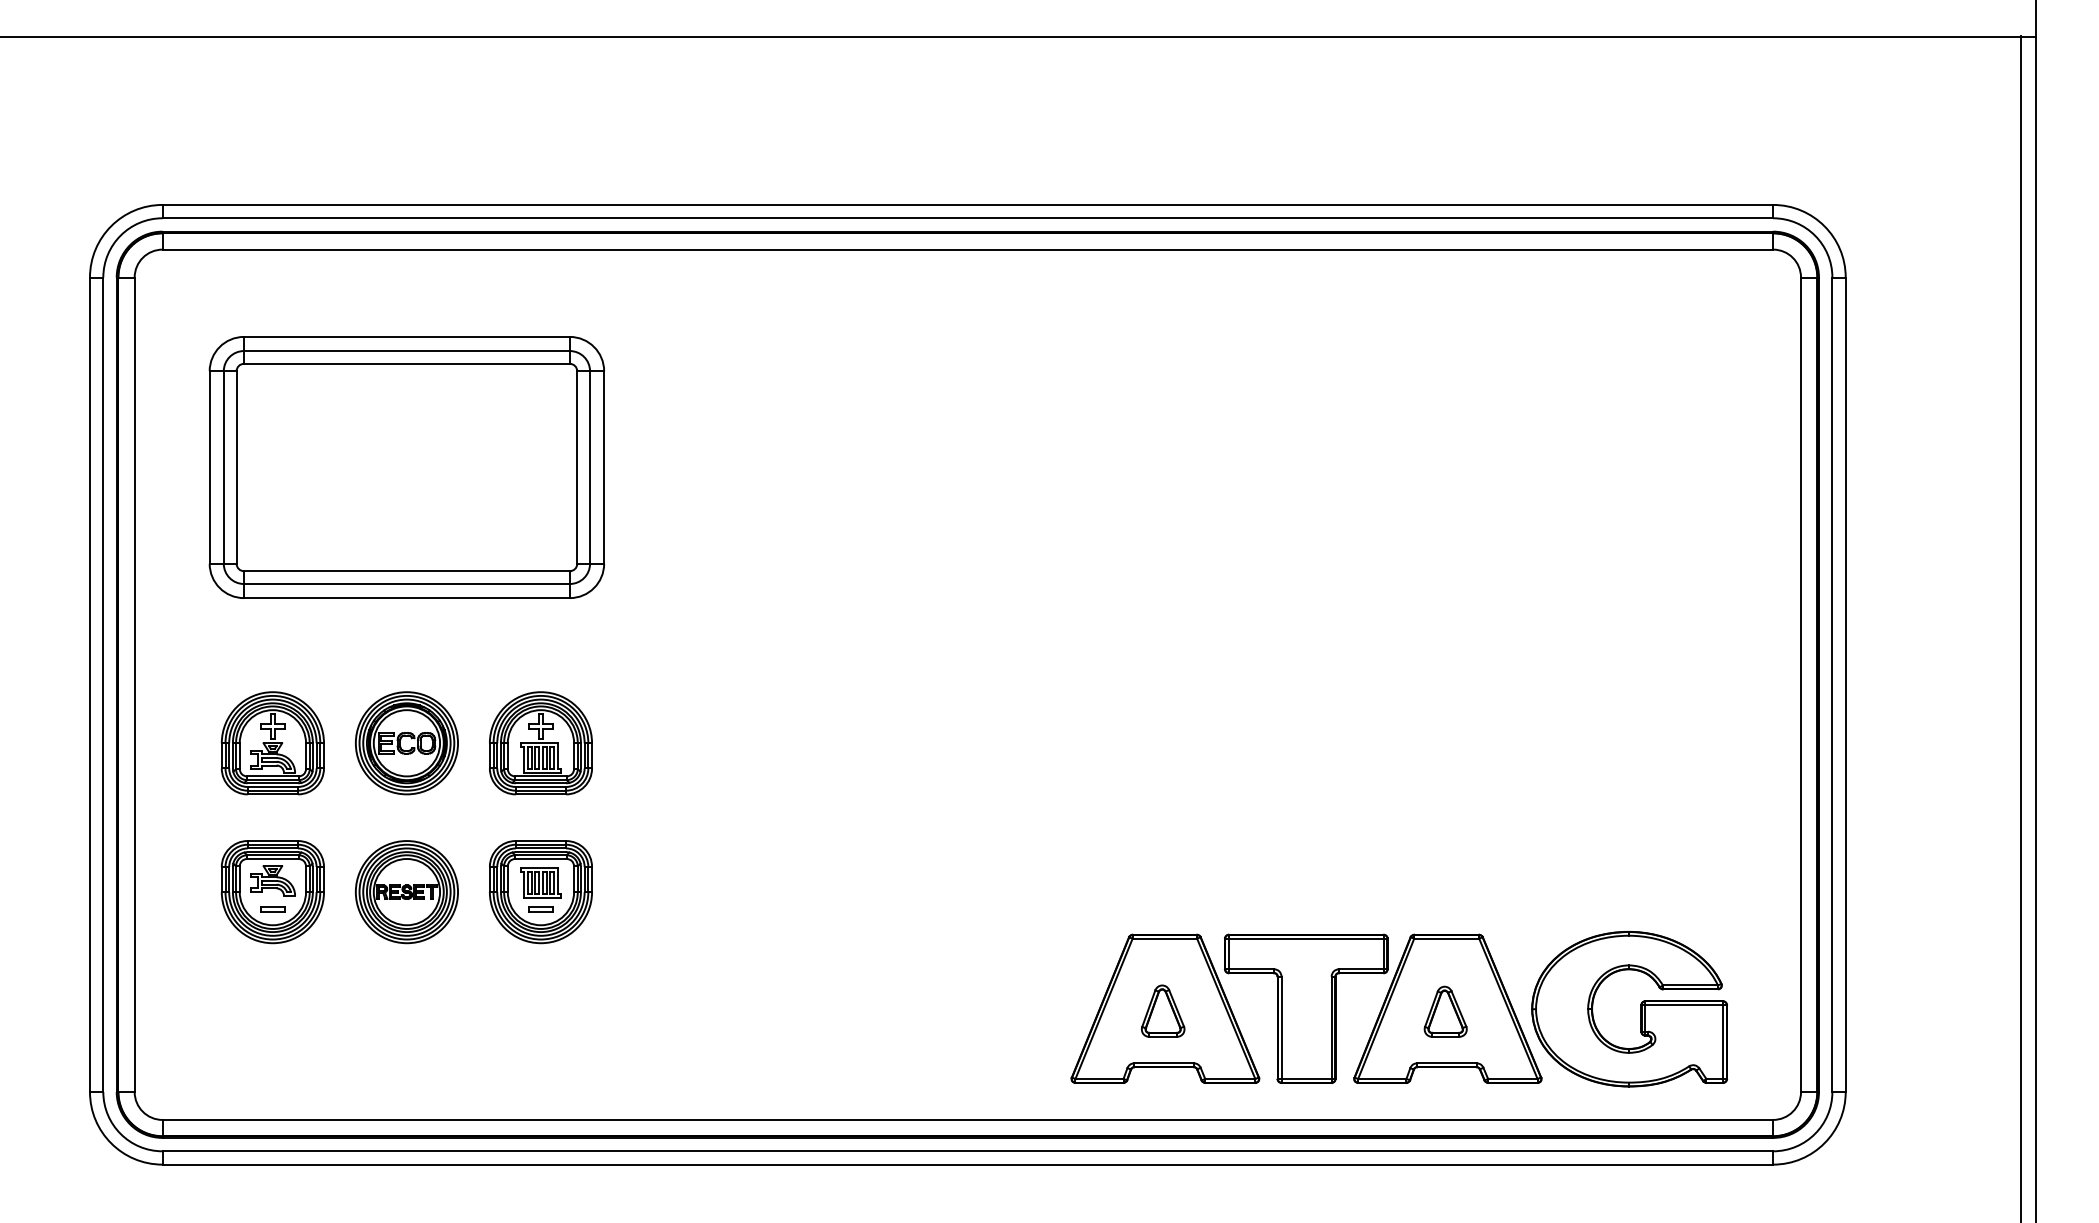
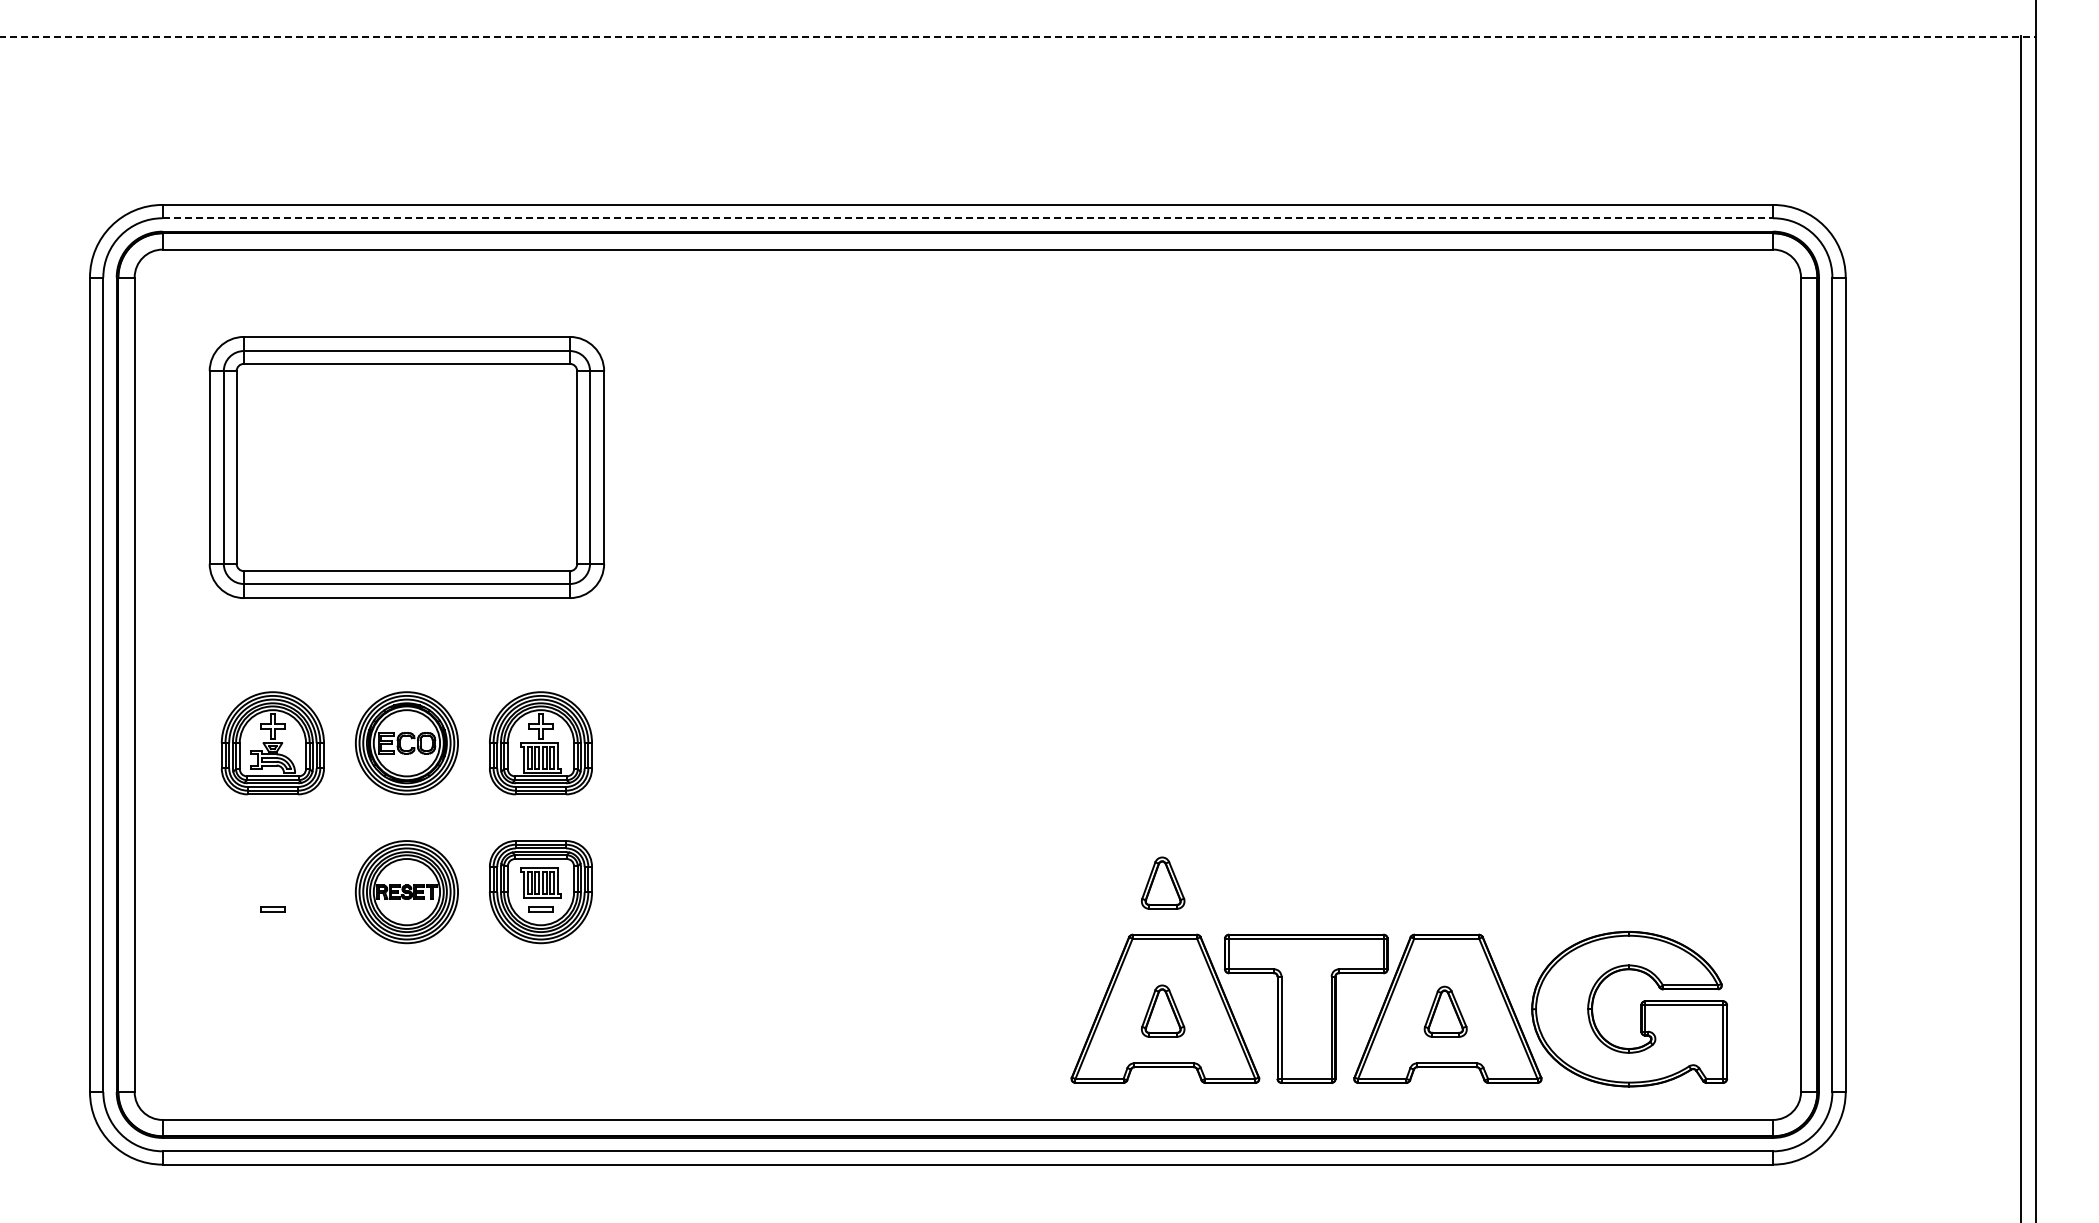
line at (1018, 36): solid -> dashed
line at (968, 218): solid -> dashed
part at (1162, 882): none -> present
part at (272, 892): present -> none
